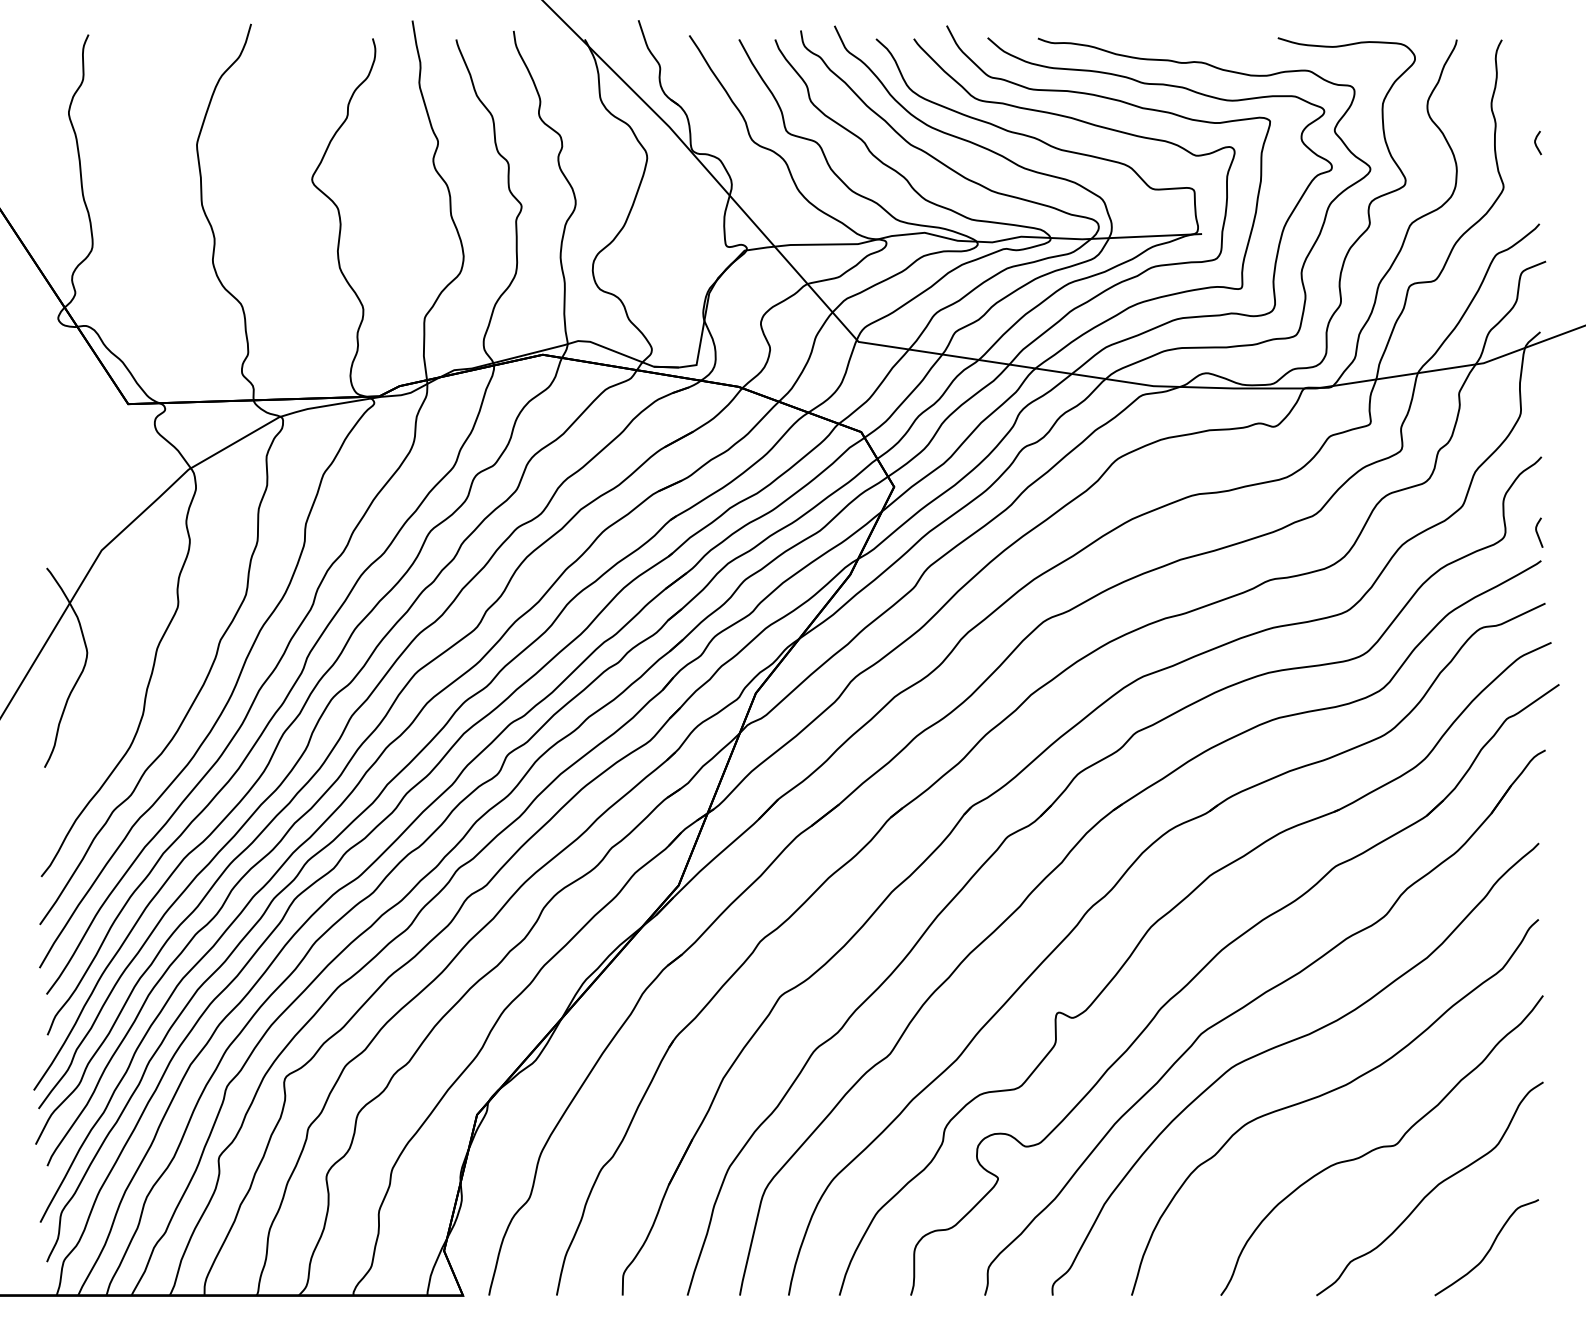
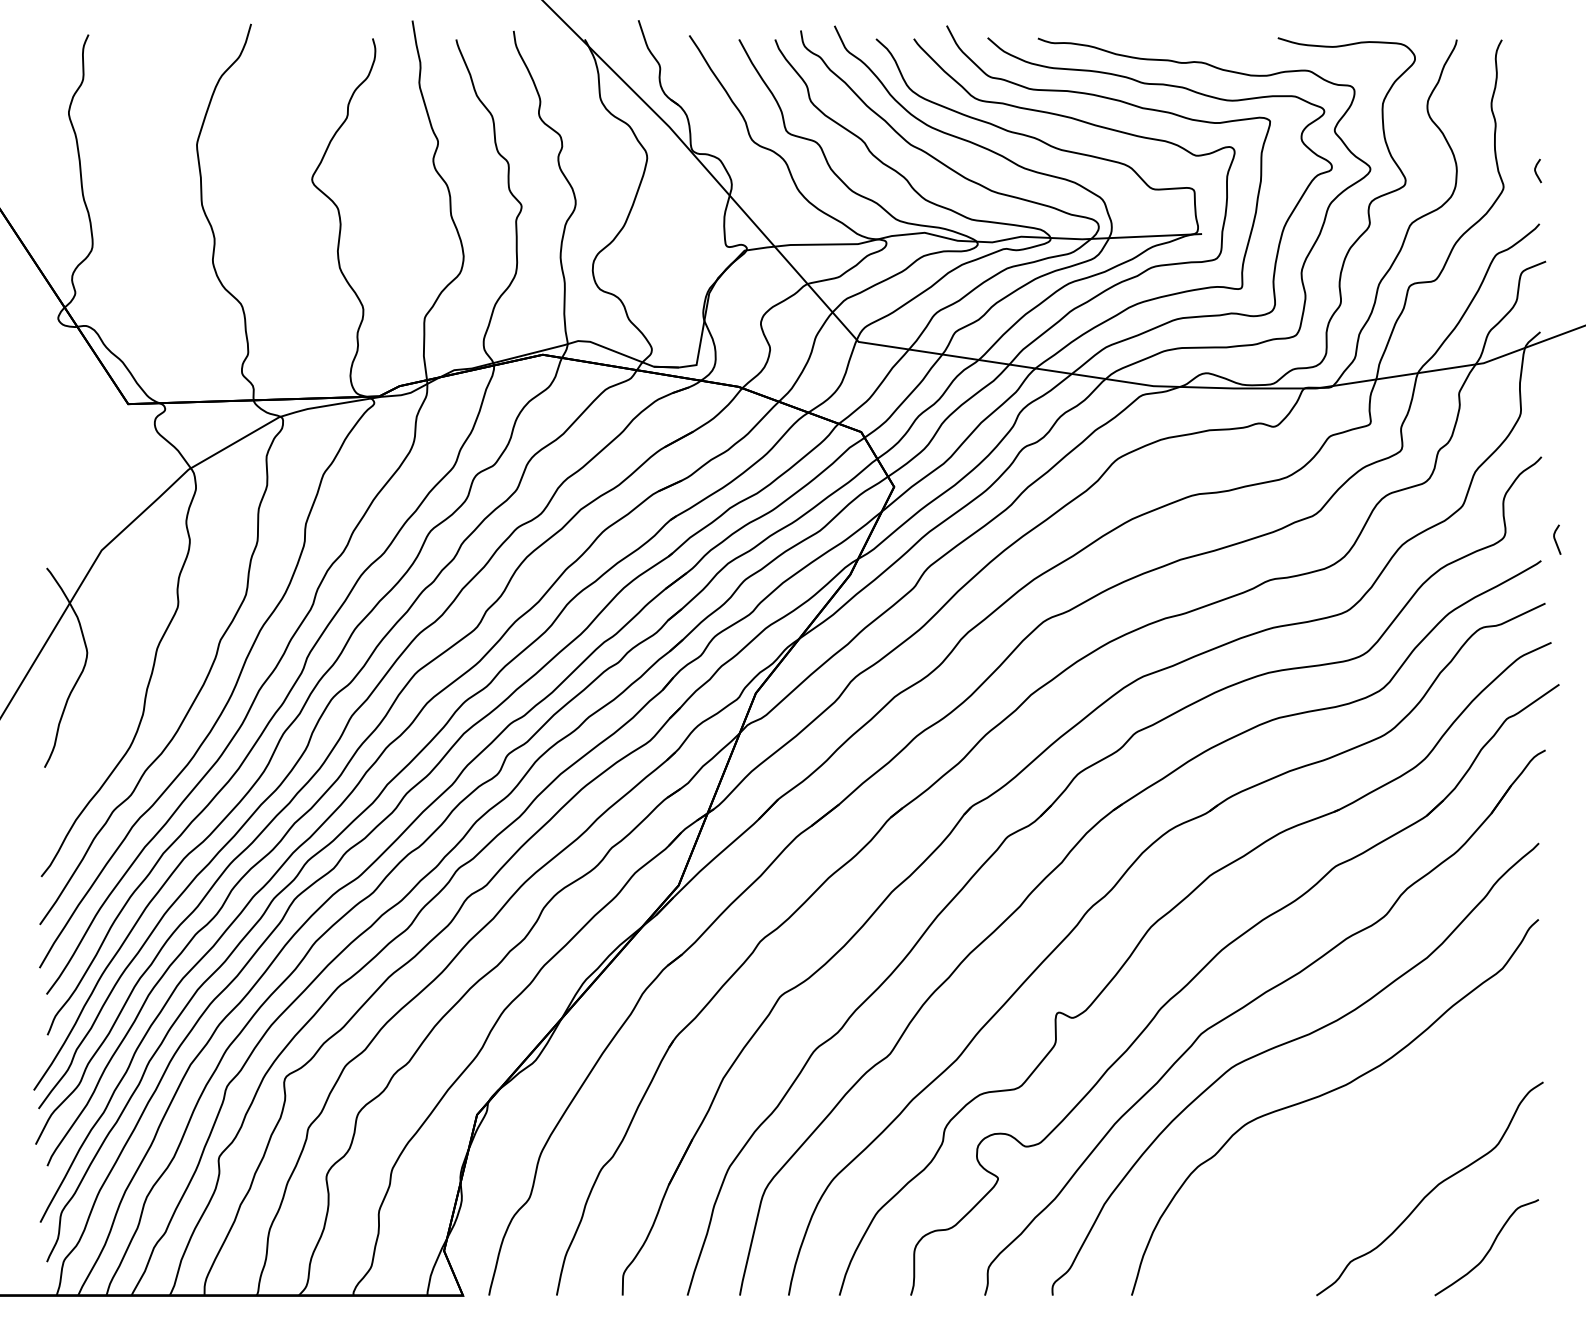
curve at (1536, 143) position: (1536, 143) -> (1536, 171)
curve at (1538, 533) position: (1538, 533) -> (1556, 540)
curve at (1381, 1146): present -> none
